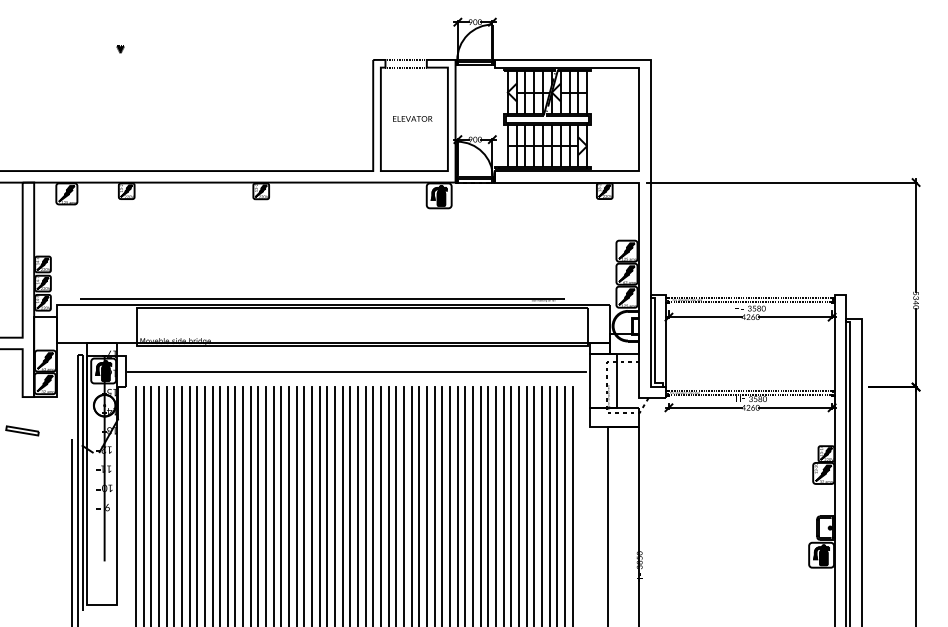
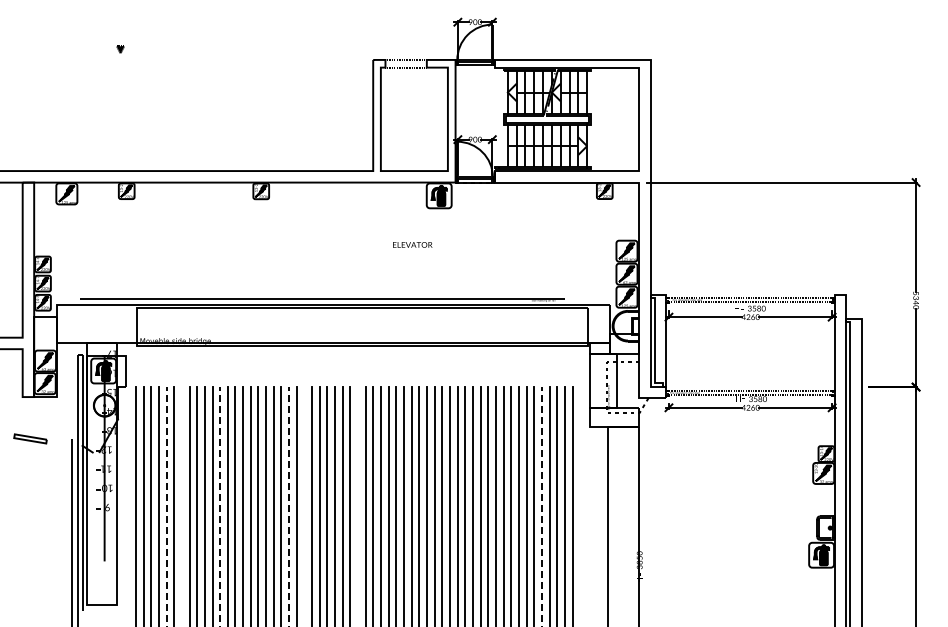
text at (412, 118) position: (412, 118) -> (412, 244)
line at (356, 371): present -> none
part at (22, 430) position: (22, 430) -> (30, 438)
line at (181, 505): present -> none
line at (304, 505): present -> none
line at (358, 505): present -> none
line at (166, 507): solid -> dashed
line at (220, 507): solid -> dashed
line at (289, 507): solid -> dashed
line at (541, 507): solid -> dashed
